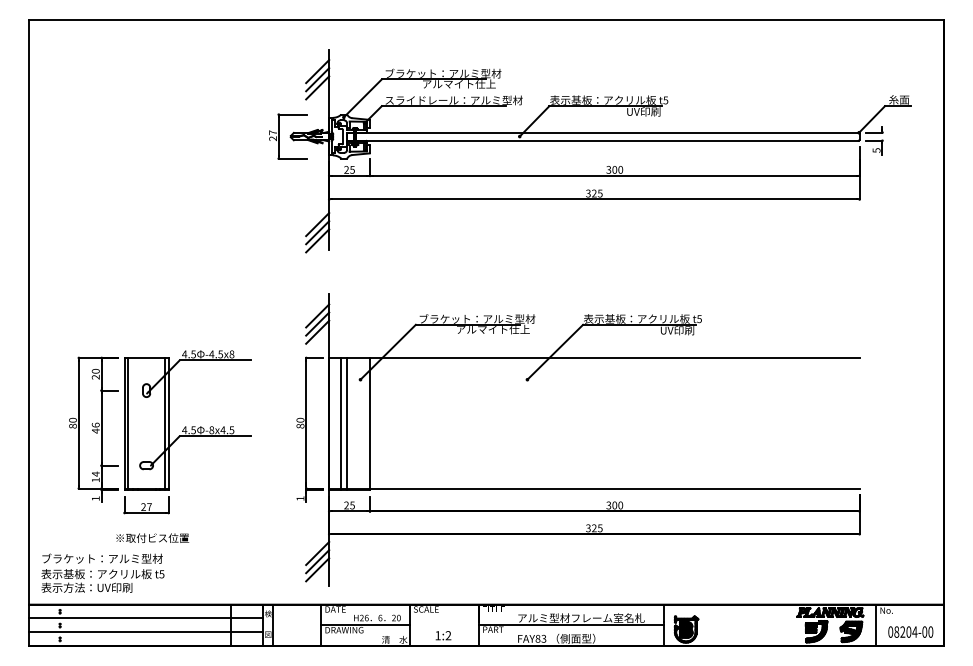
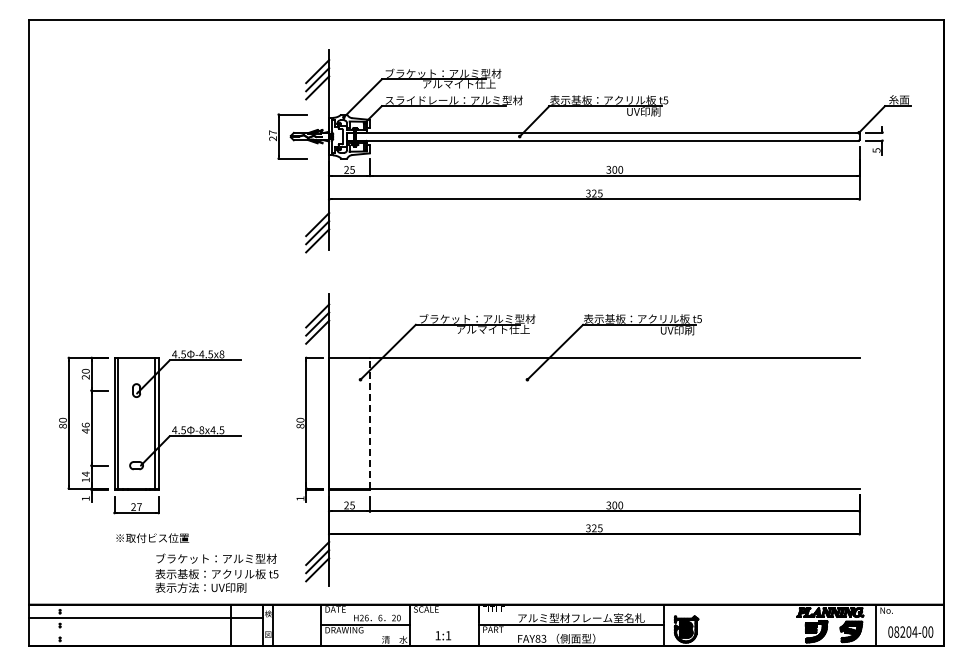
line at (370, 422): solid -> dashed
line at (341, 423): present -> none
line at (347, 423): present -> none
part at (160, 432) position: (160, 432) -> (150, 432)
text at (102, 572) position: (102, 572) -> (216, 572)
line at (146, 632): present -> none
text at (448, 635): 1:2 -> 1:1
